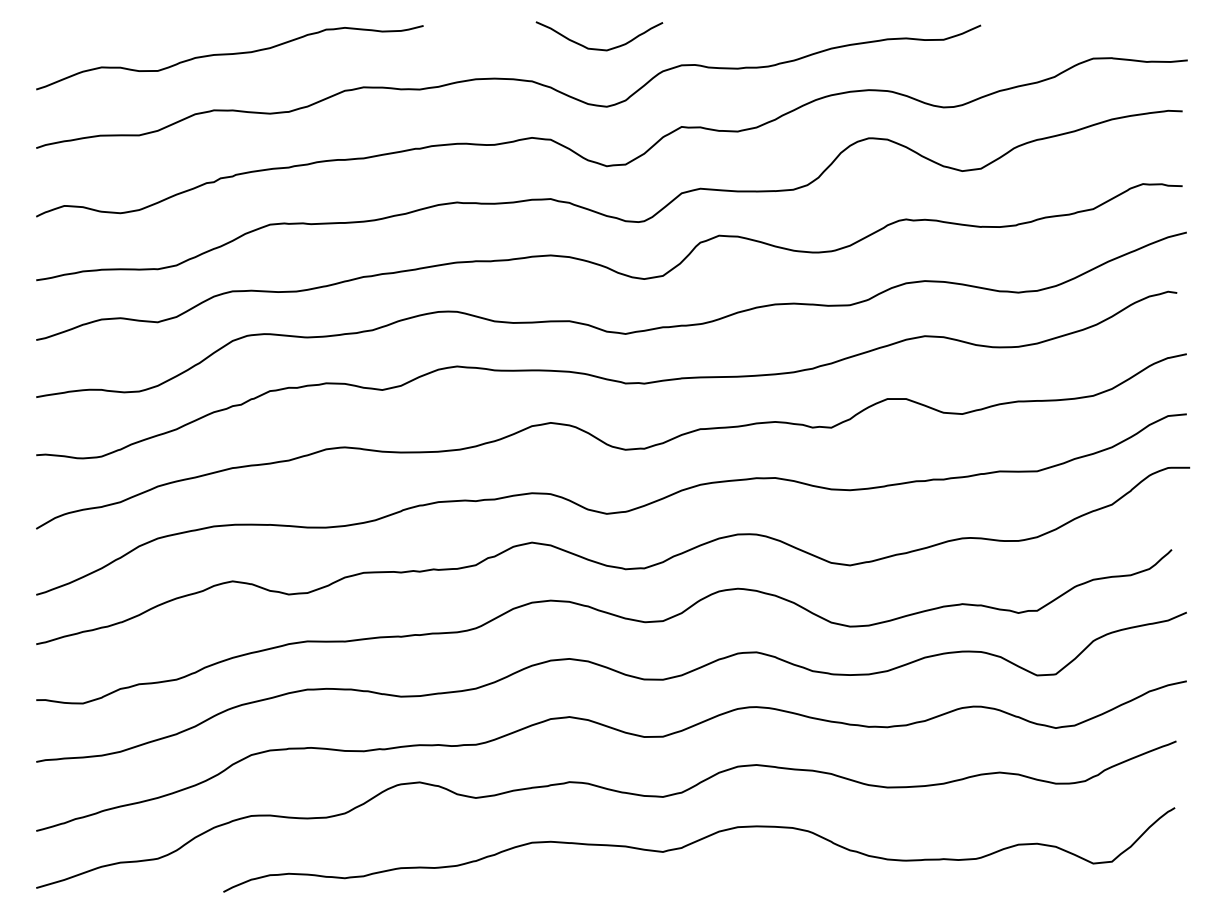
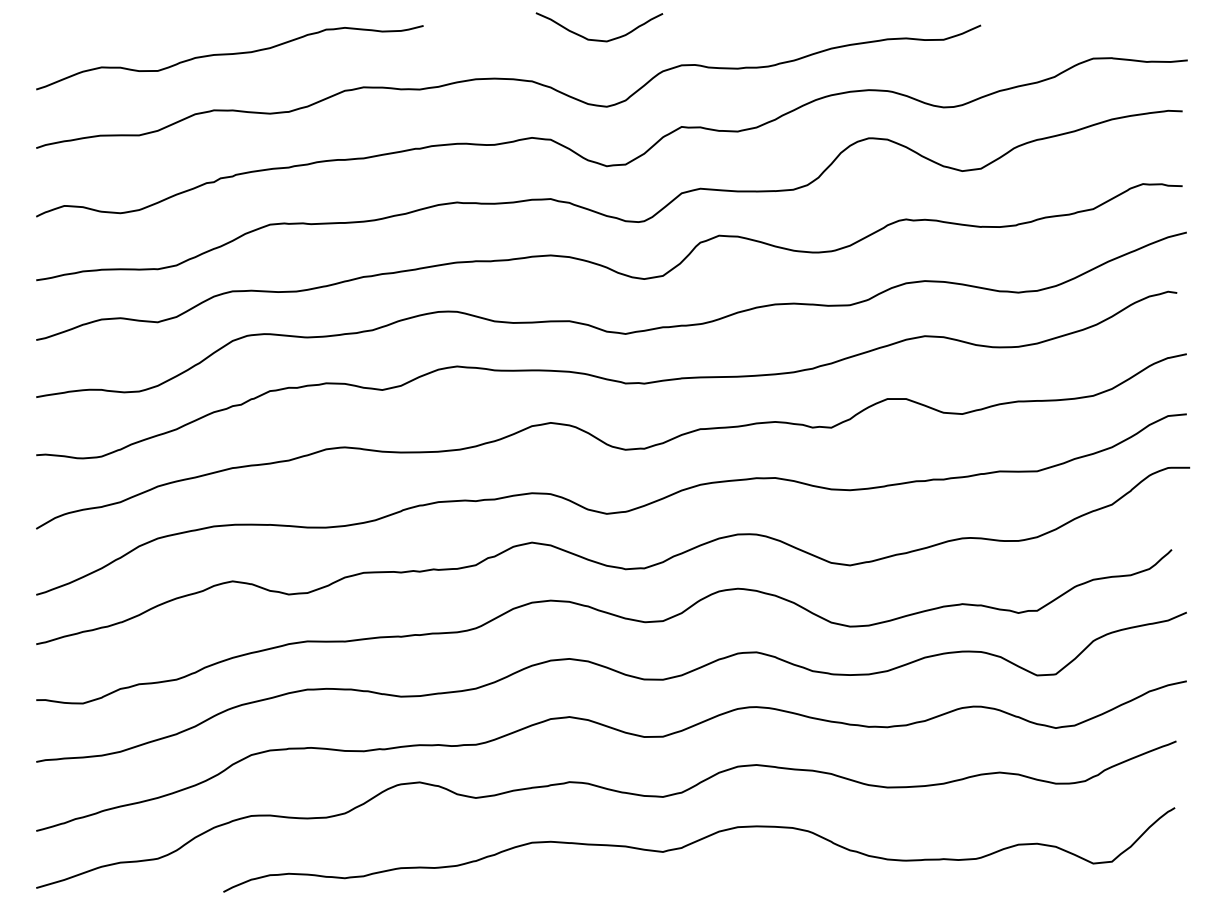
curve at (599, 48) position: (599, 48) -> (599, 39)
